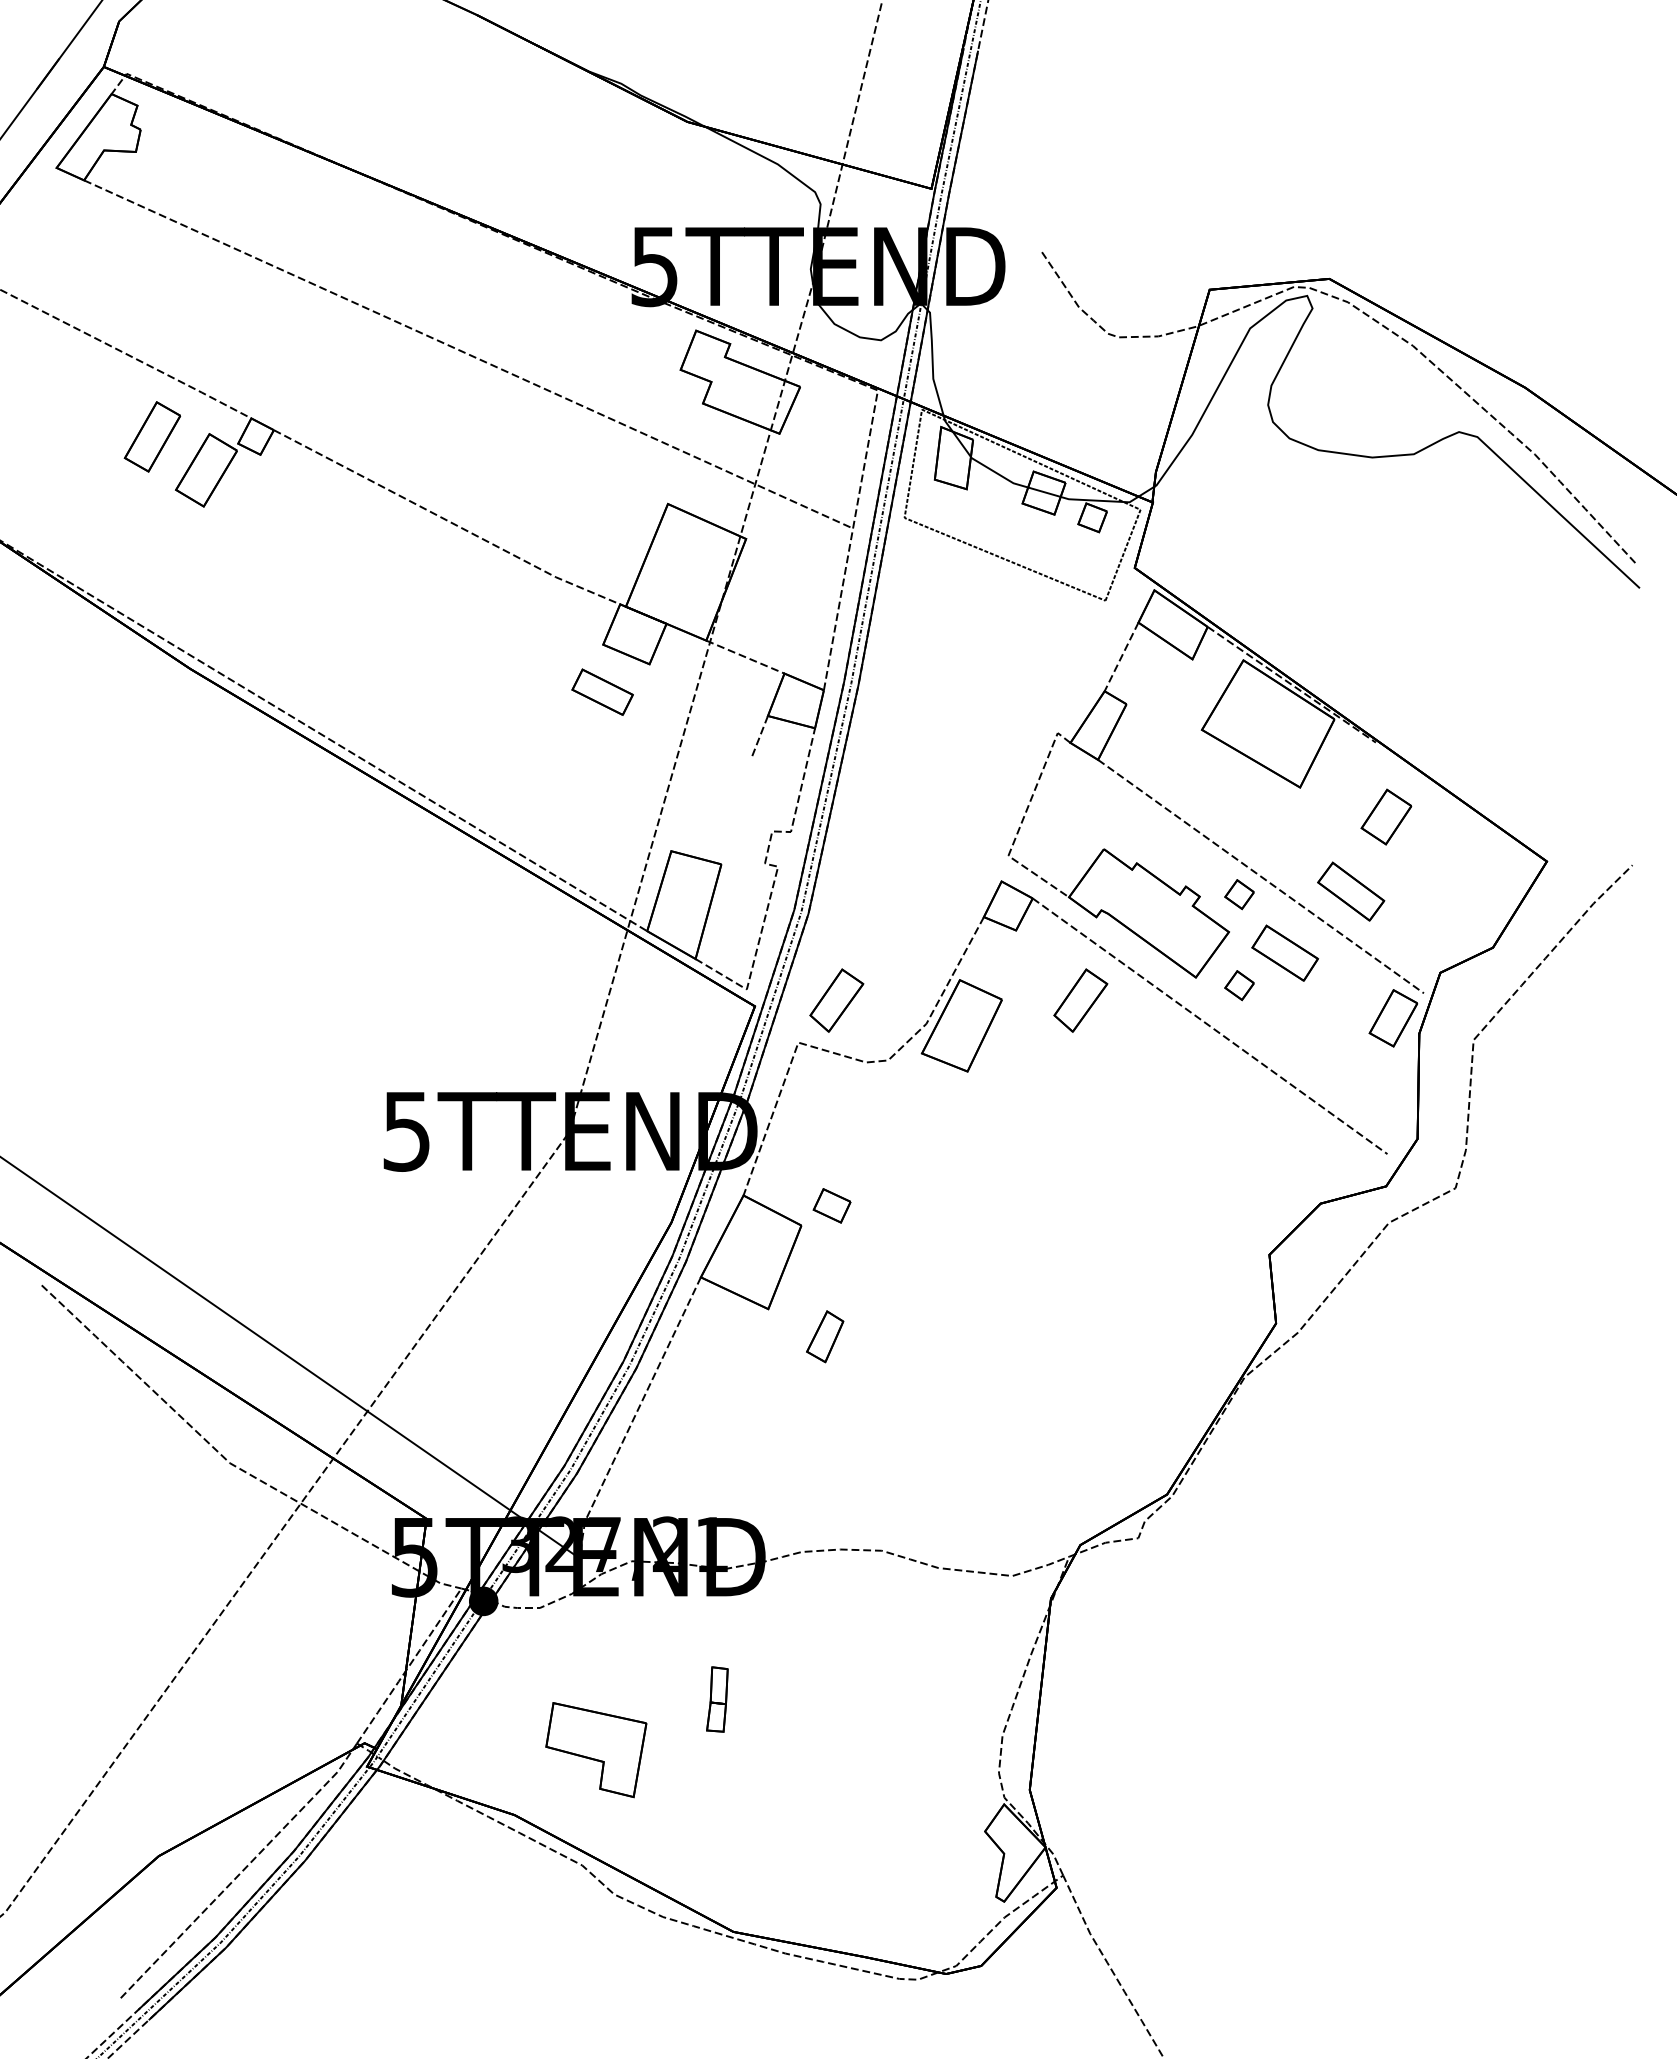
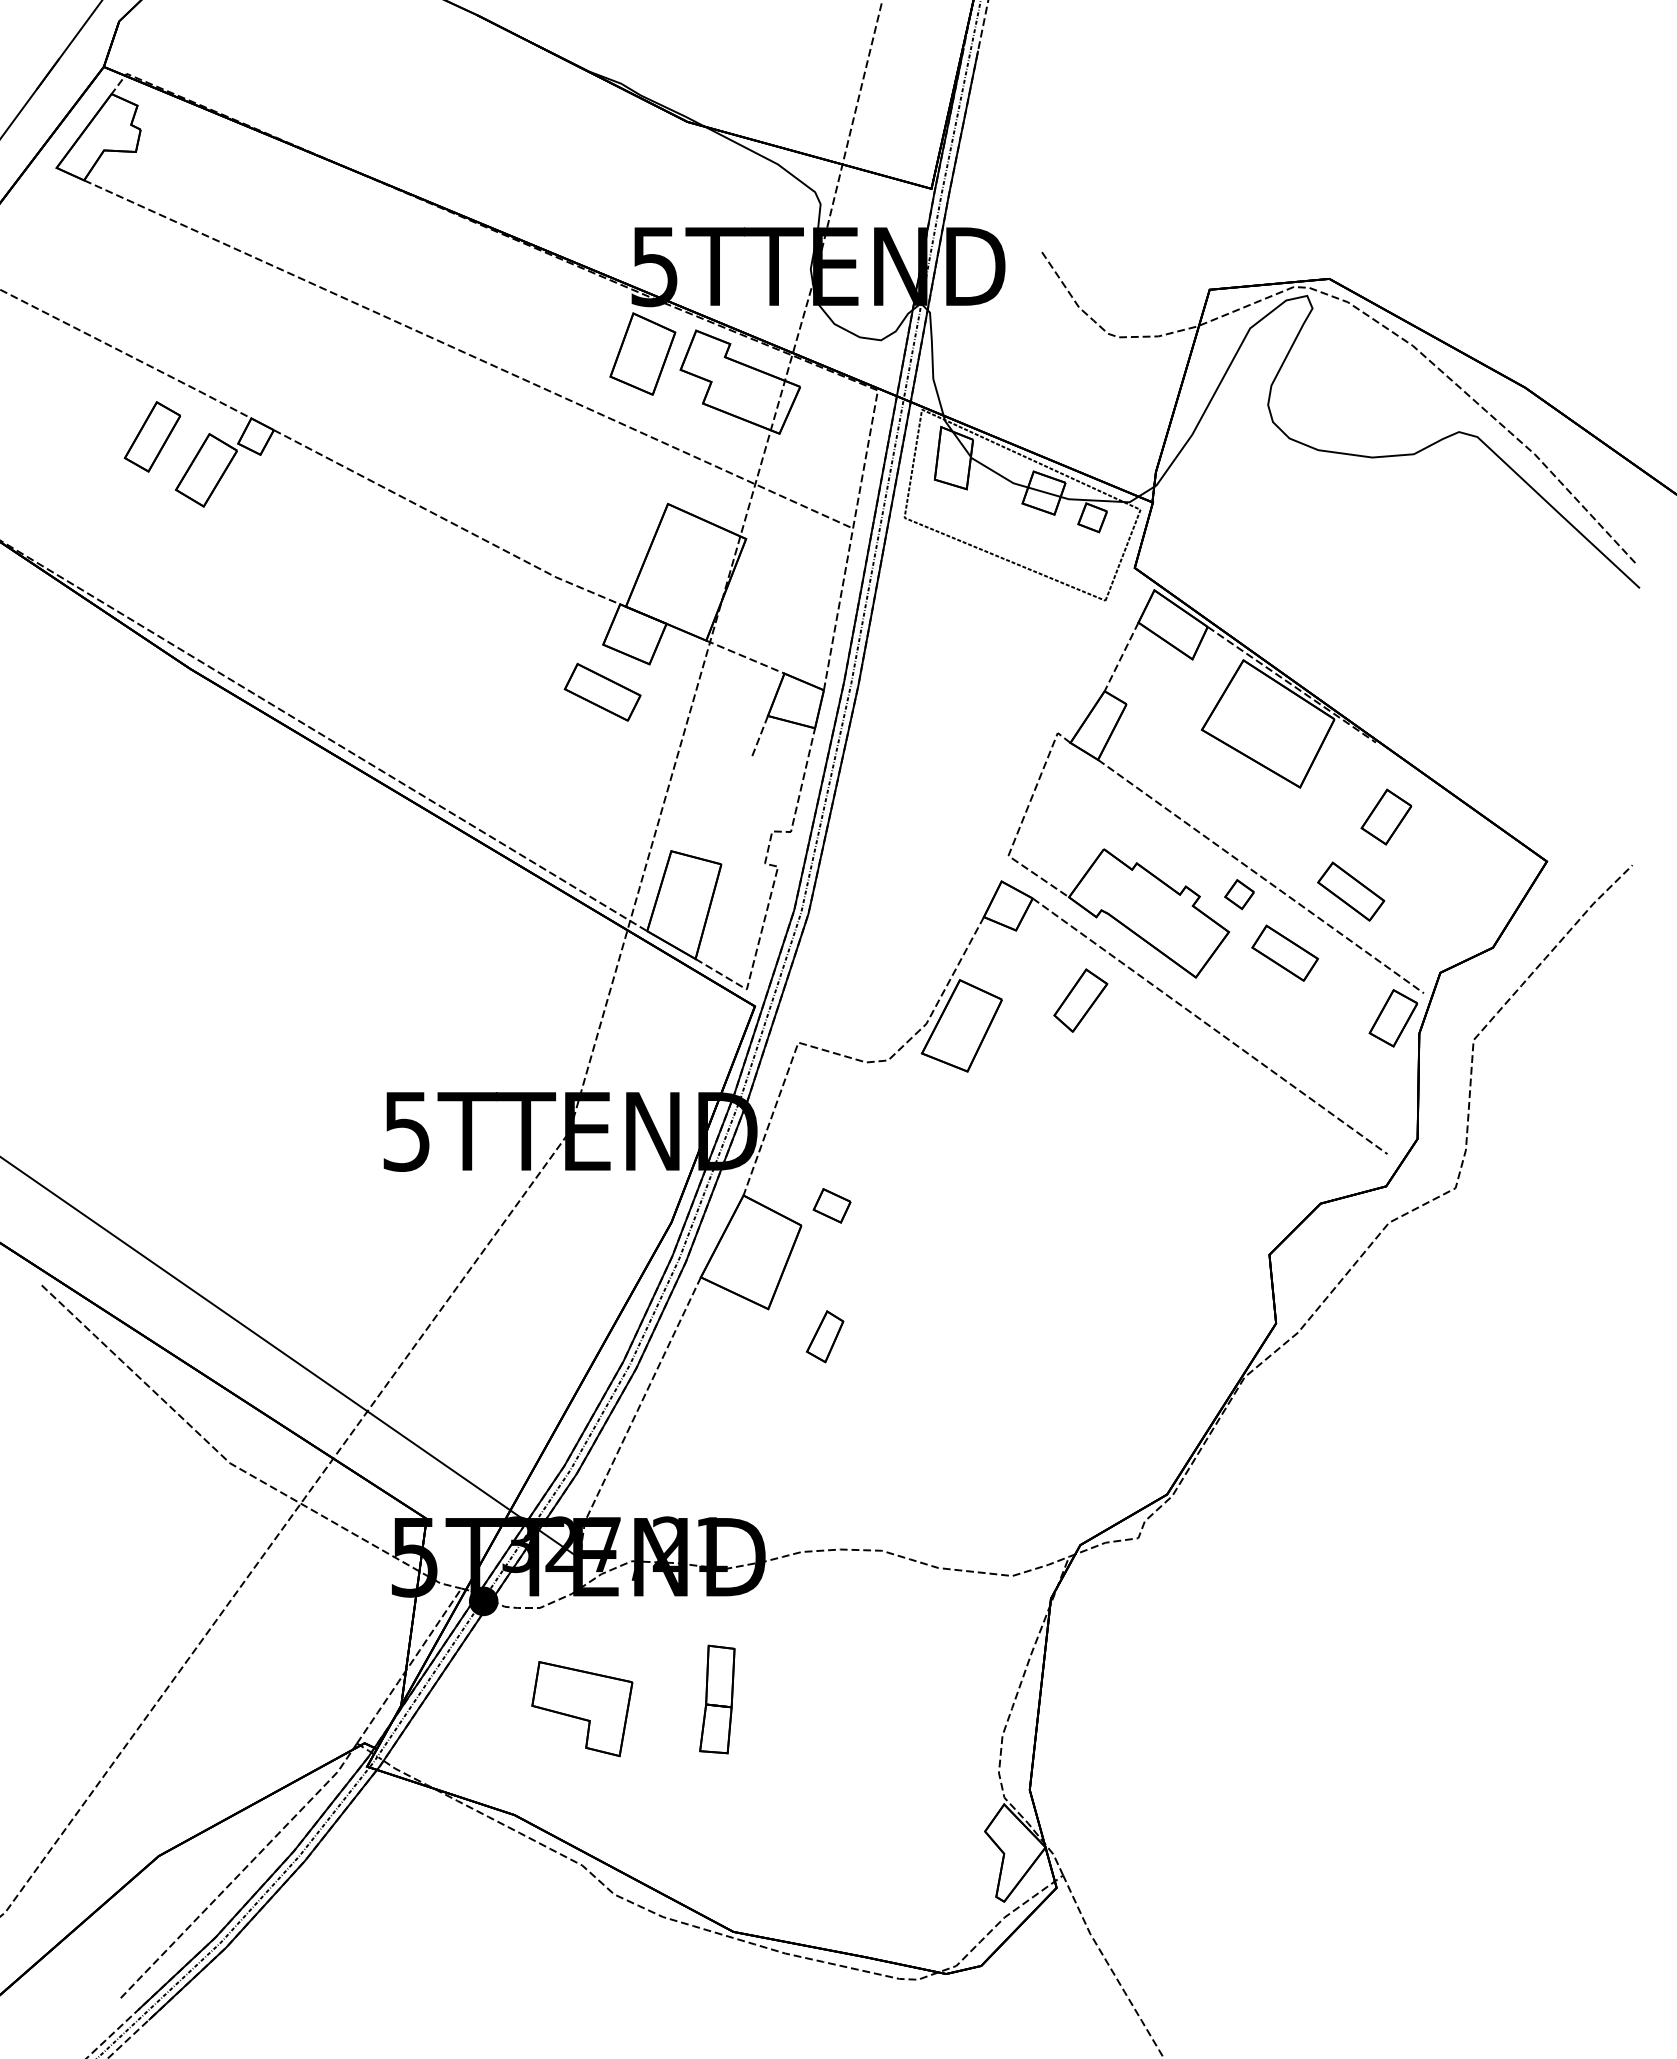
part at (642, 353): none -> present
part at (602, 691) size: 63x48 px -> 79x60 px
part at (1239, 985): present -> none
part at (836, 1000): present -> none
part at (717, 1699) size: 23x67 px -> 37x111 px
part at (596, 1750) position: (596, 1750) -> (582, 1709)
